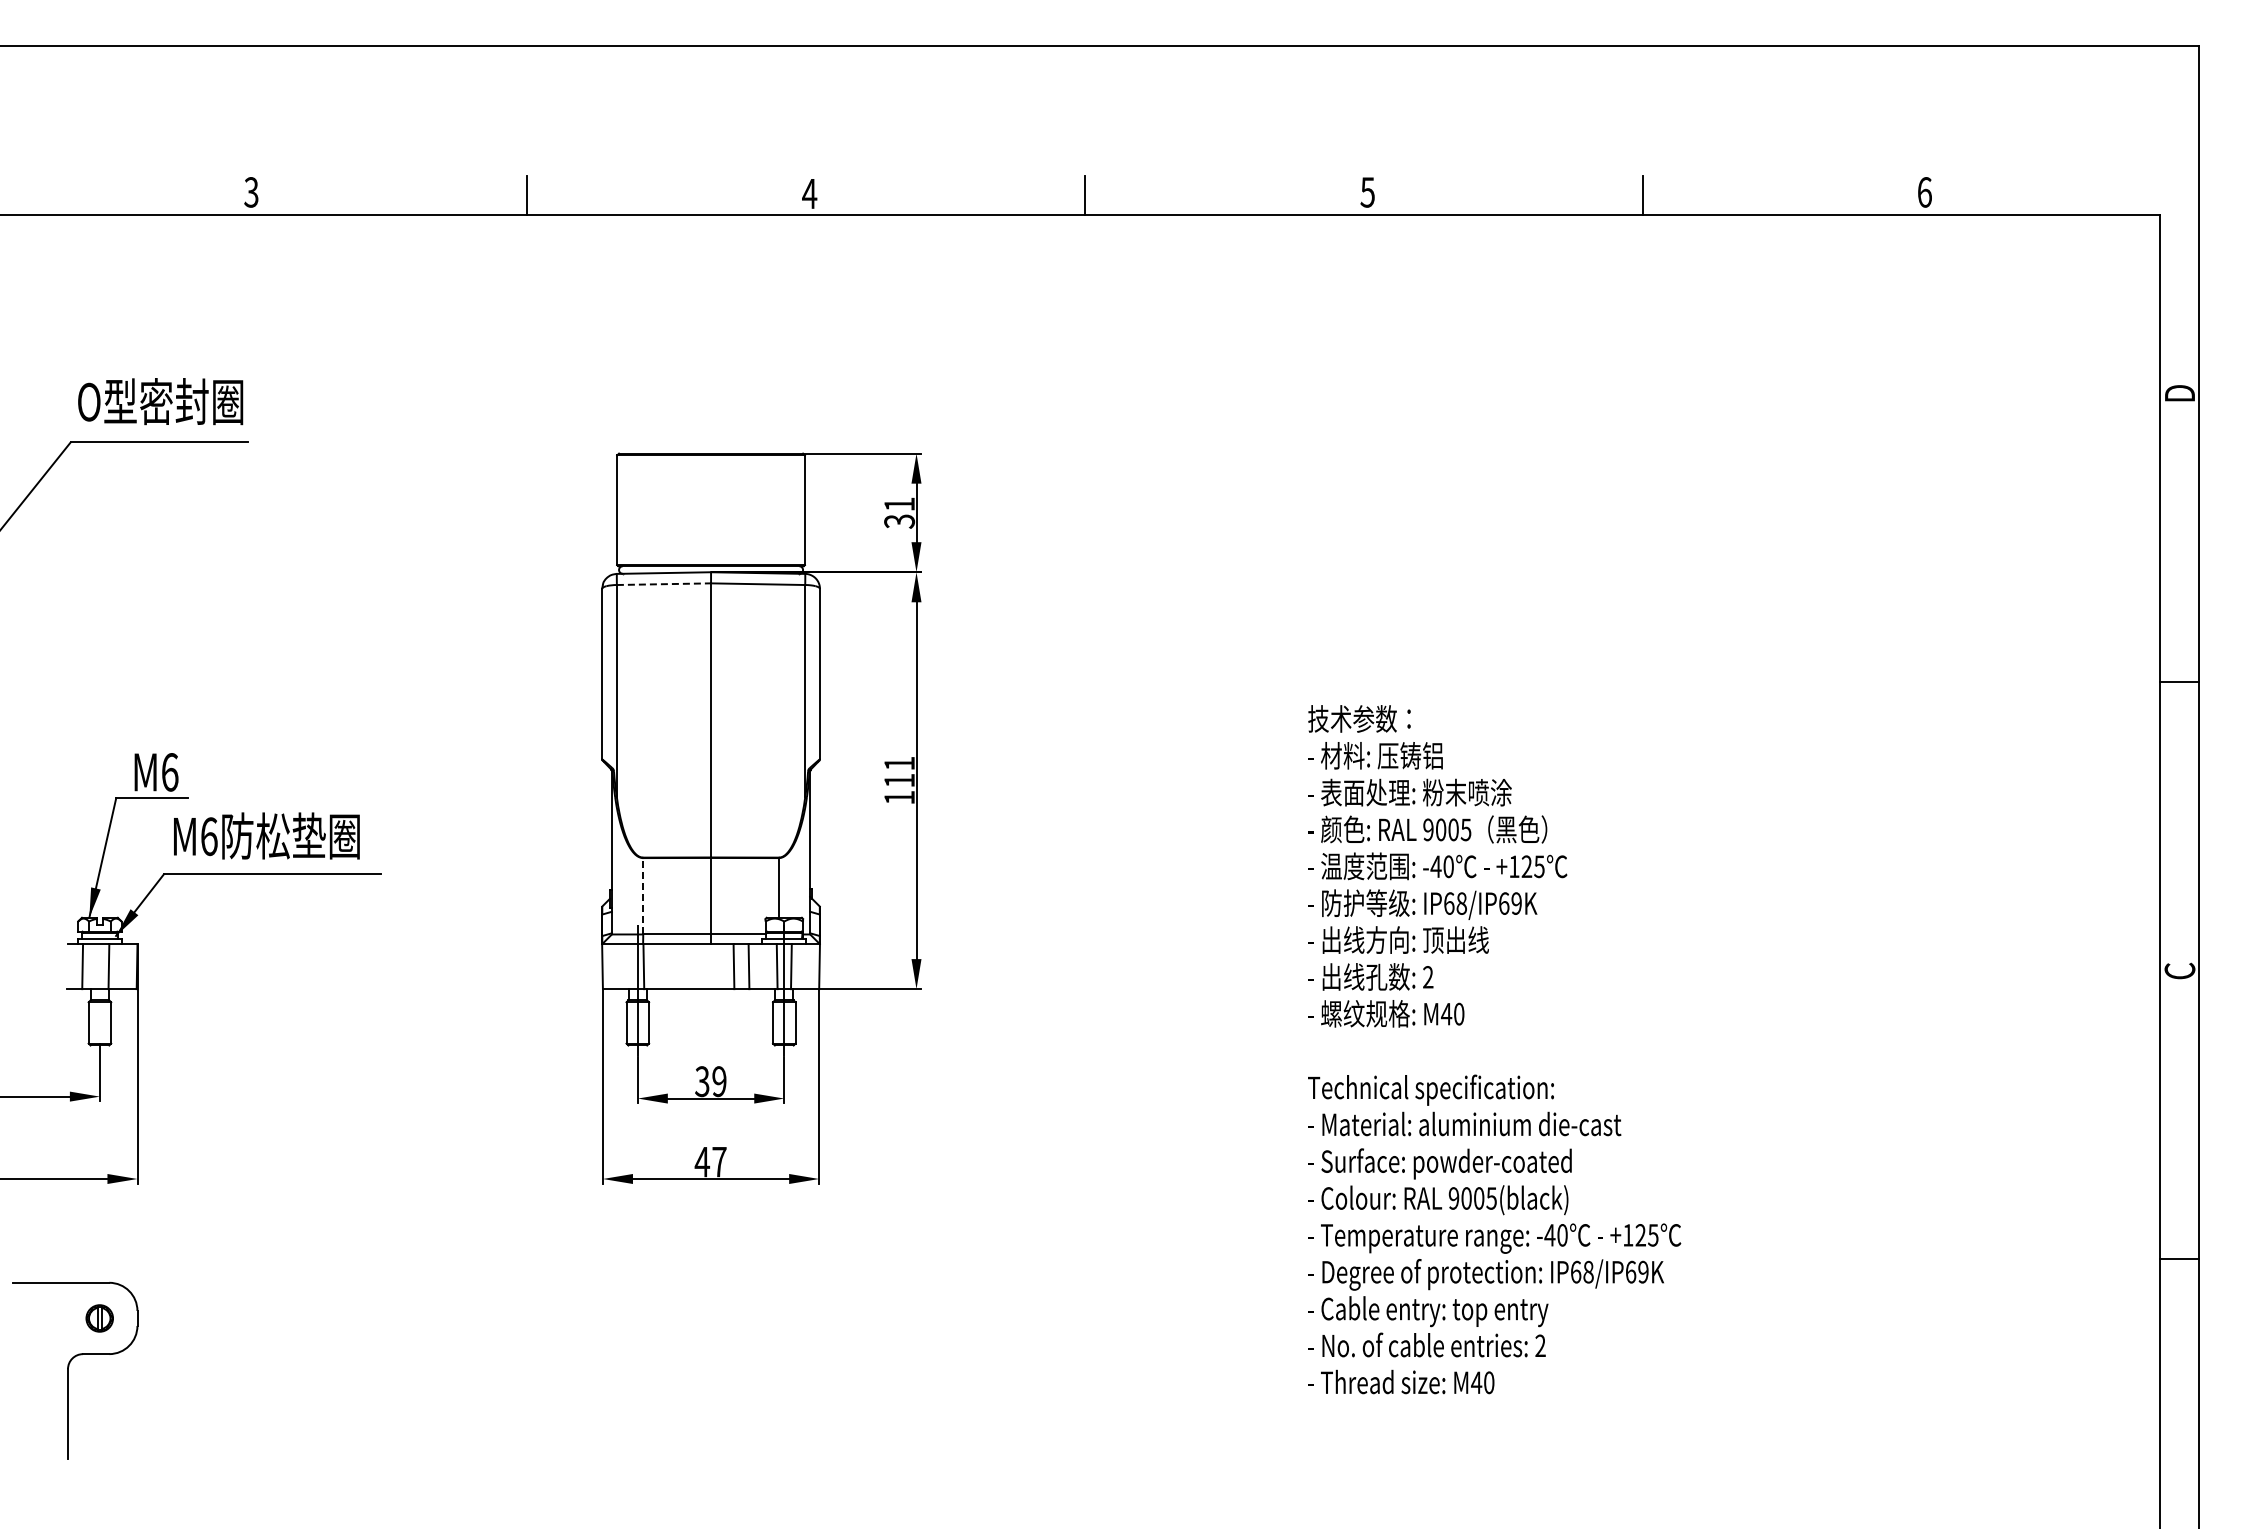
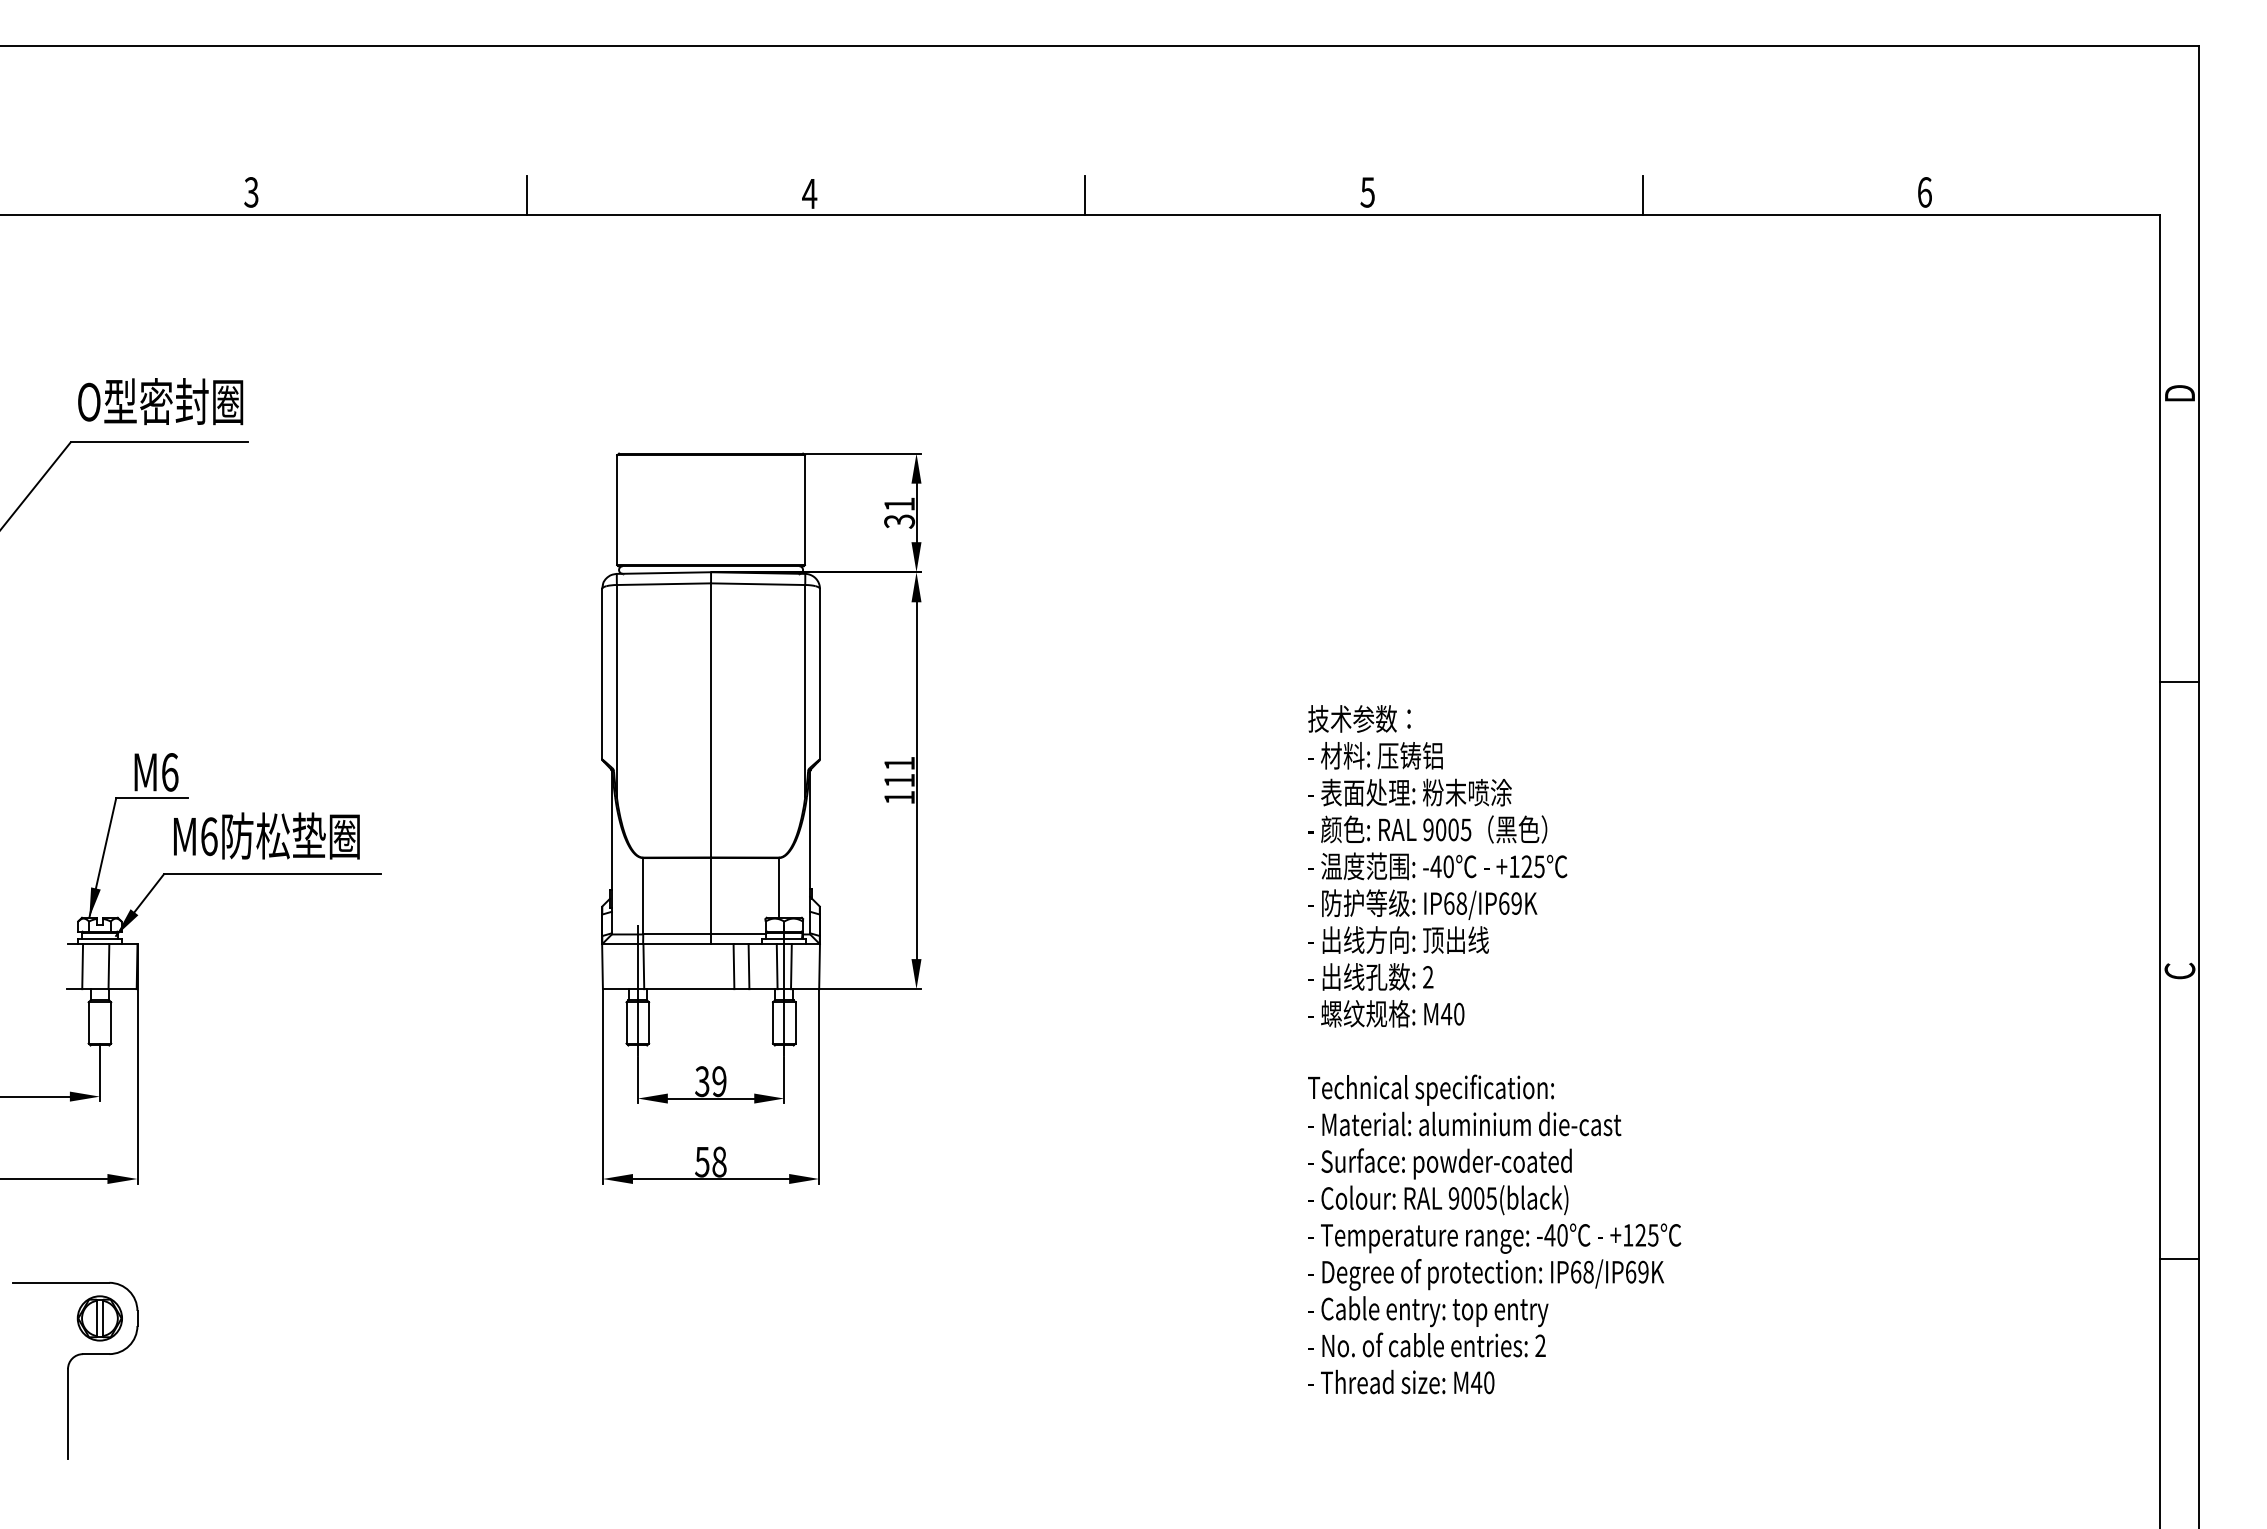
line at (664, 584): dashed -> solid
line at (643, 895): dashed -> solid
text at (710, 1161): 47 -> 58
part at (99, 1318) size: 29x29 px -> 47x47 px
